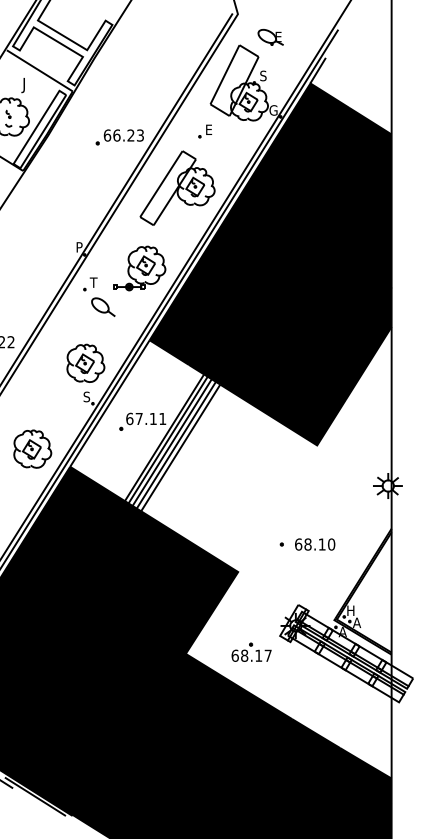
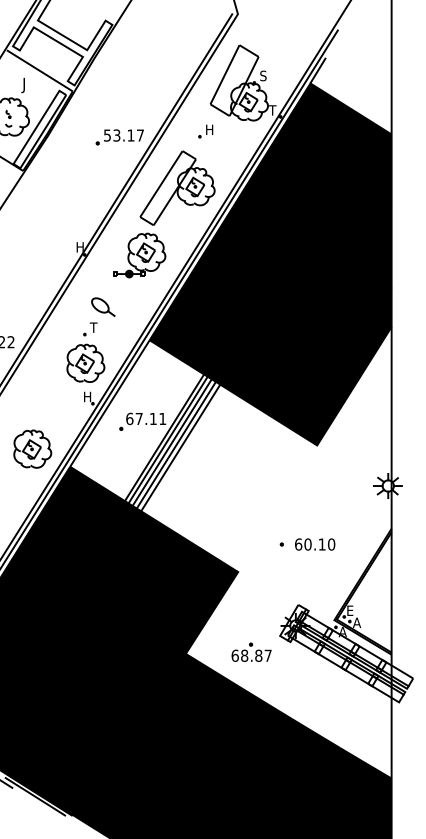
part at (270, 36): present -> none
text at (273, 110): G -> T
text at (210, 129): E -> H
text at (123, 135): 66.23 -> 53.17
text at (80, 247): P -> H
part at (139, 268) position: (139, 268) -> (139, 255)
part at (90, 284) position: (90, 284) -> (90, 329)
text at (87, 396): S -> H
text at (307, 544): 68.10 -> 60.10
text at (351, 610): H -> E
text at (258, 655): 68.17 -> 68.87
